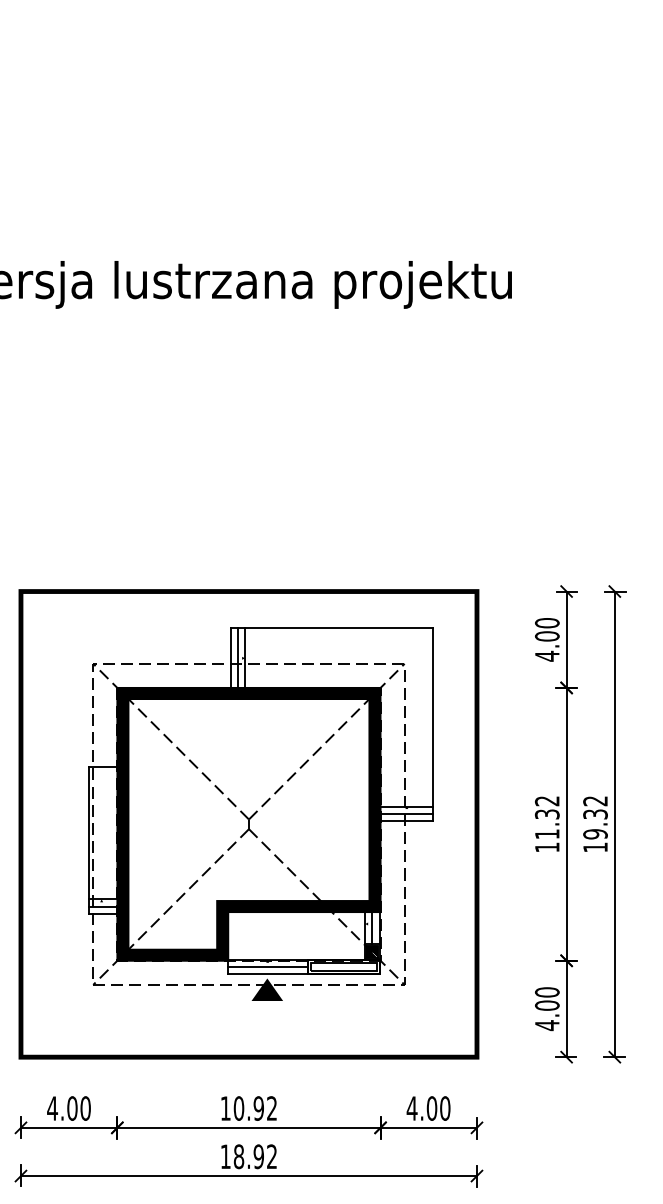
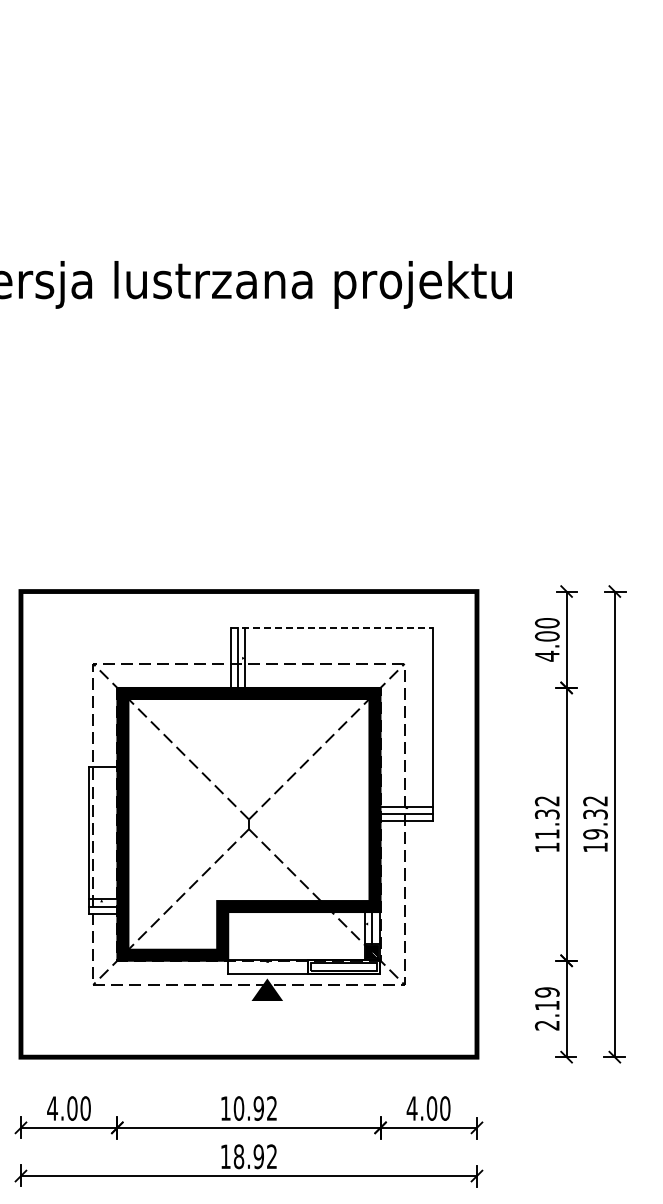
line at (332, 628): solid -> dashed
line at (267, 967): present -> none
text at (546, 1009): 4.00 -> 2.19
